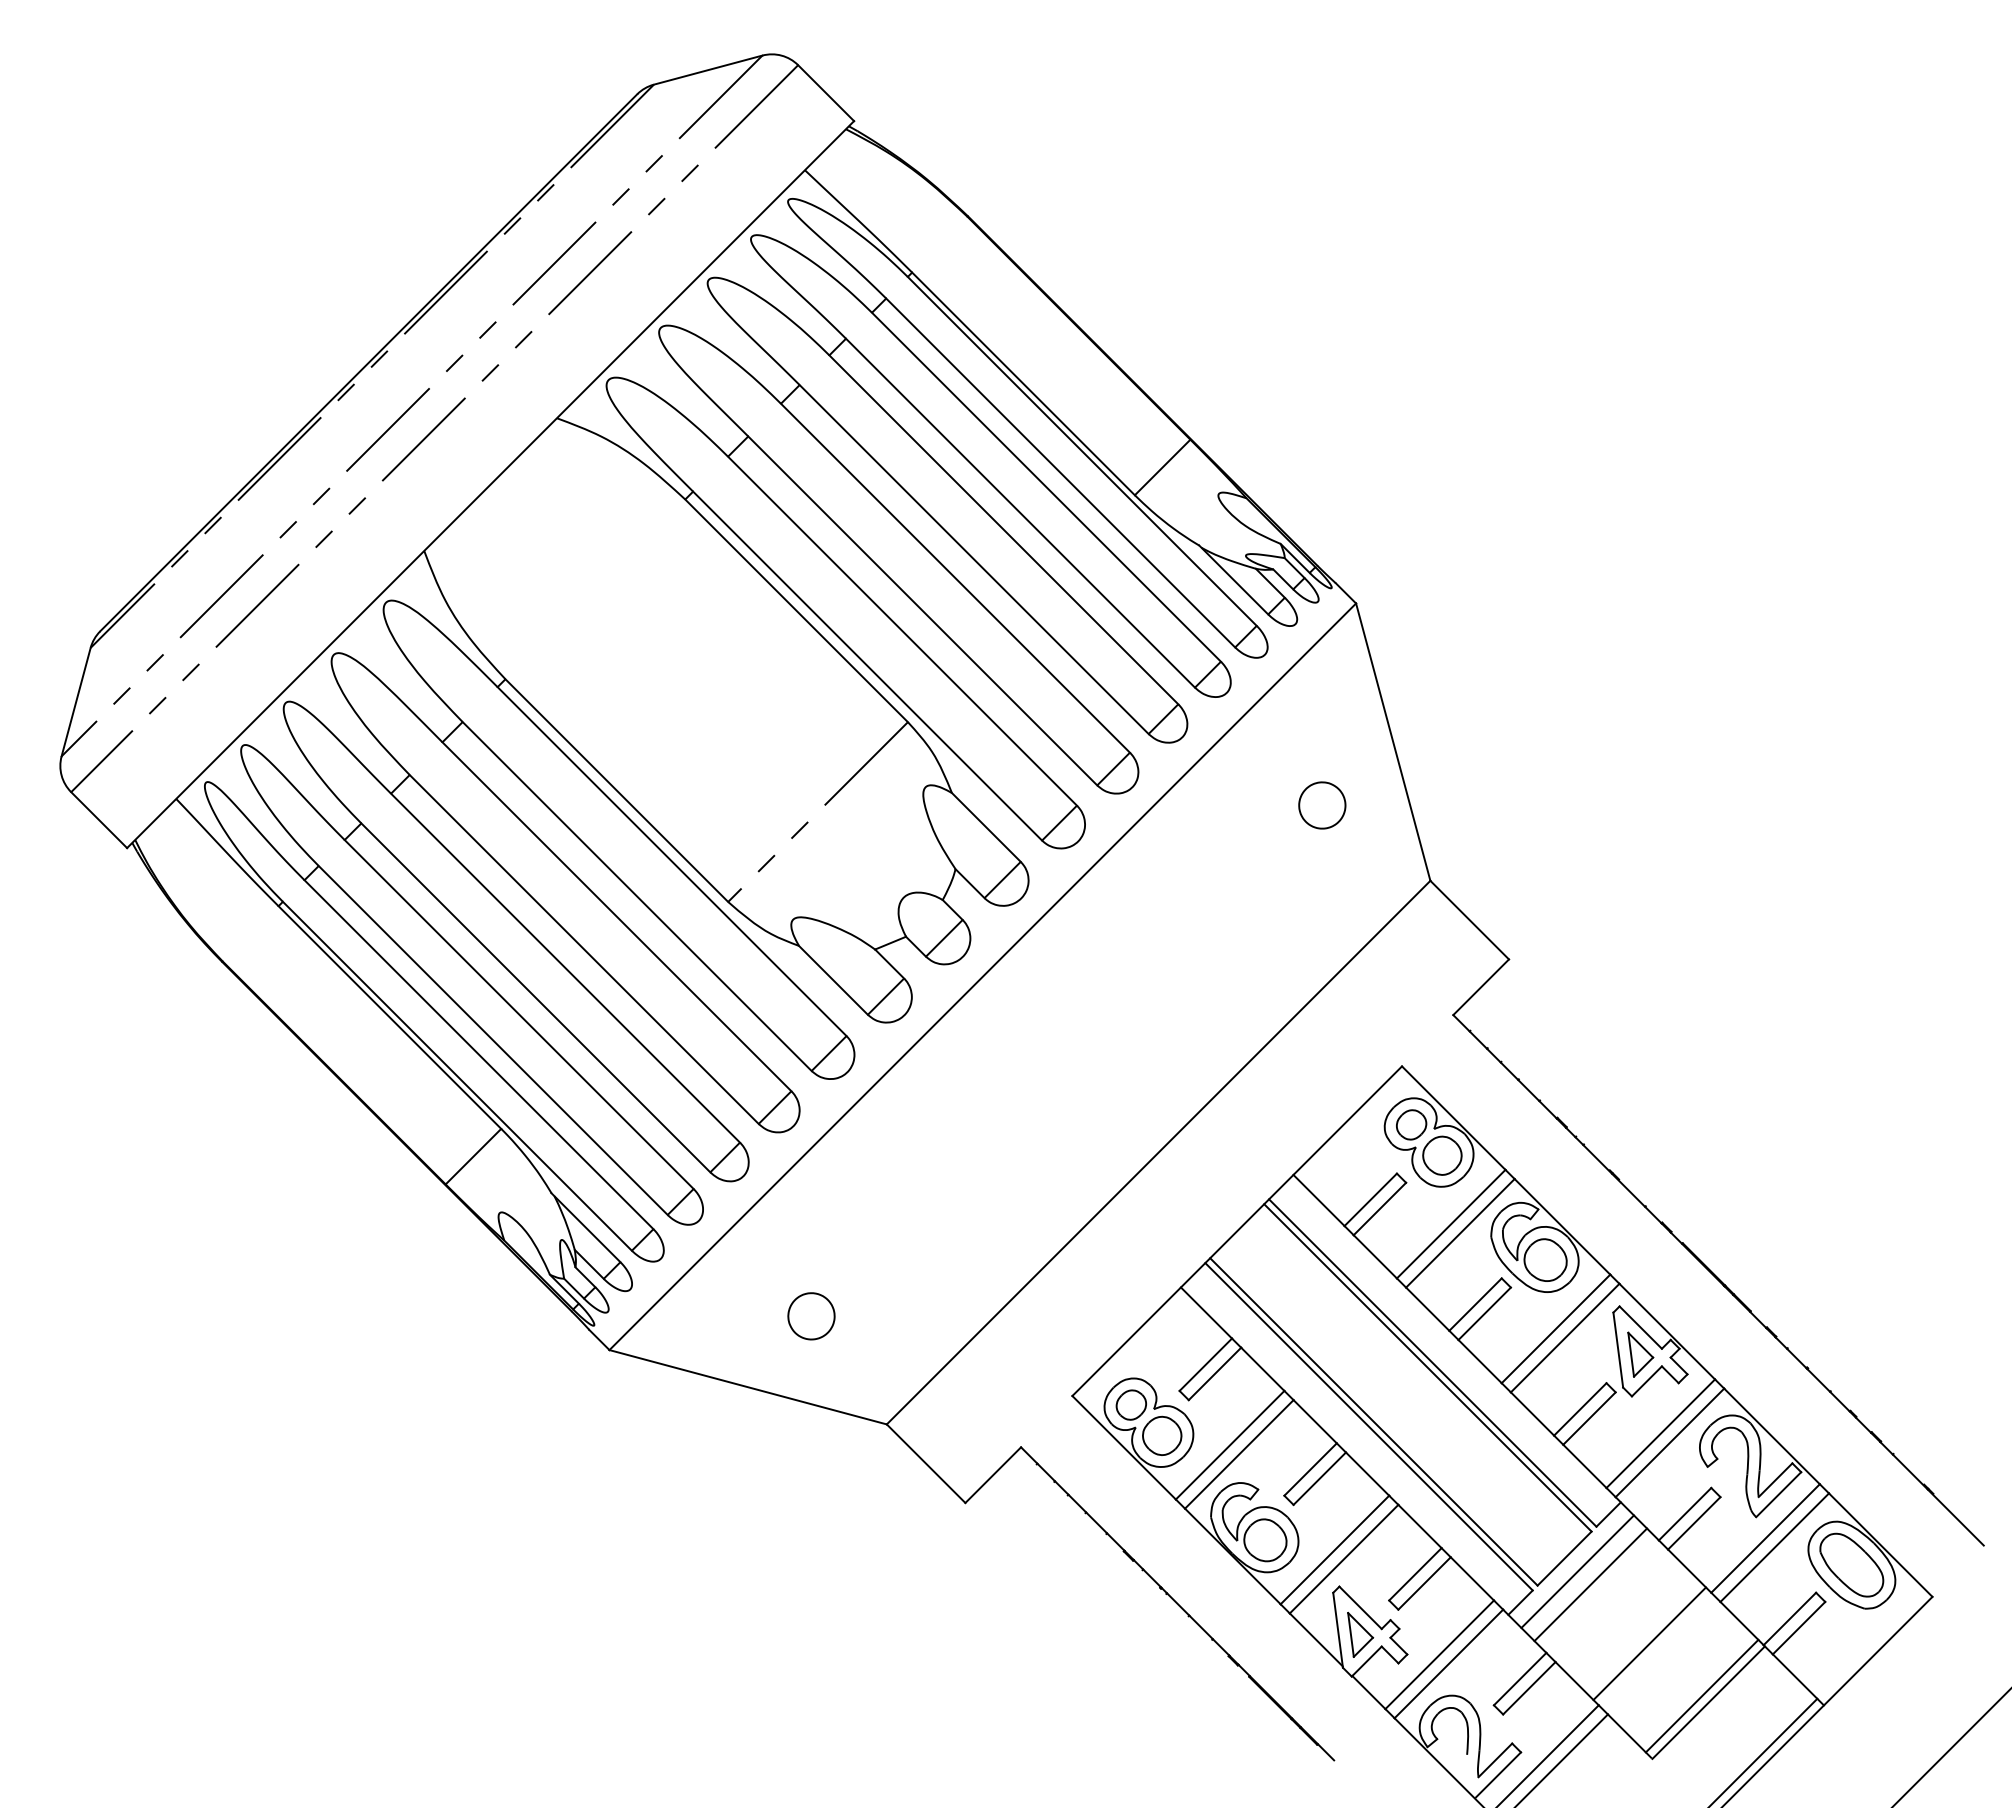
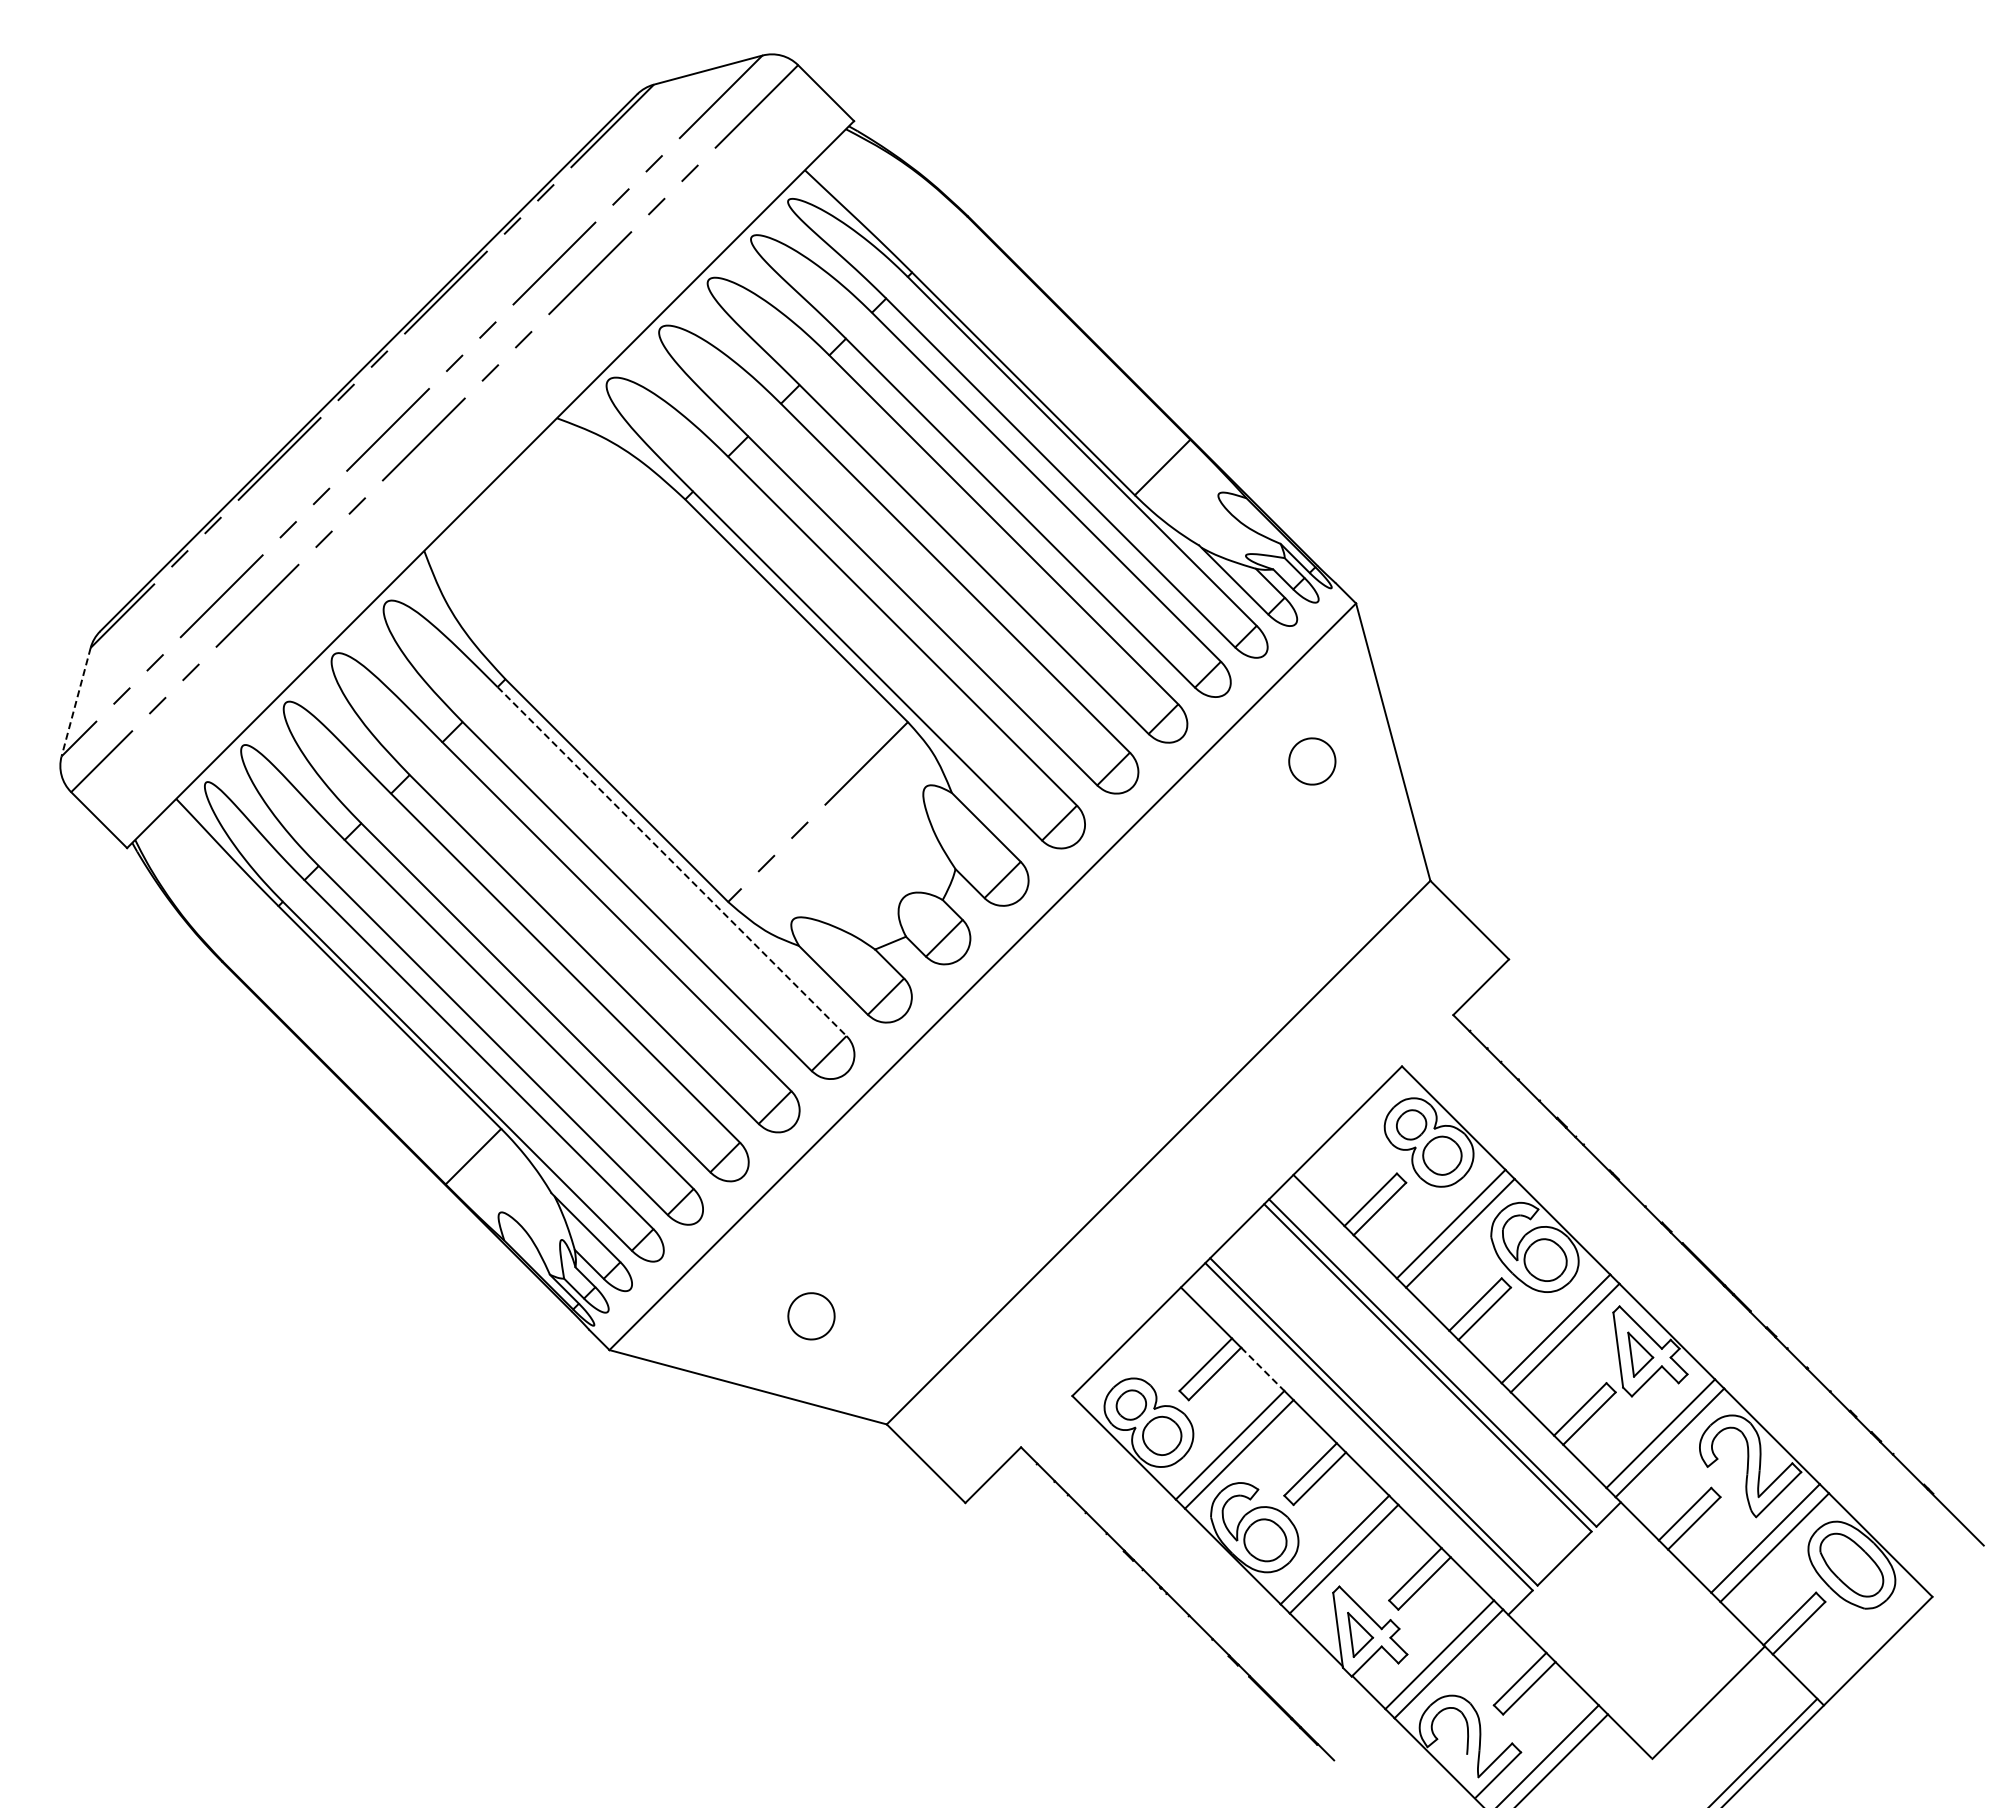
line at (76, 702): solid -> dashed
part at (1322, 805) position: (1322, 805) -> (1312, 761)
line at (672, 861): solid -> dashed
line at (1262, 1369): solid -> dashed
line at (1577, 1571): present -> none
line at (1590, 1584): present -> none
line at (1649, 1643): present -> none
line at (1701, 1695): present -> none
line at (1951, 1747): present -> none
